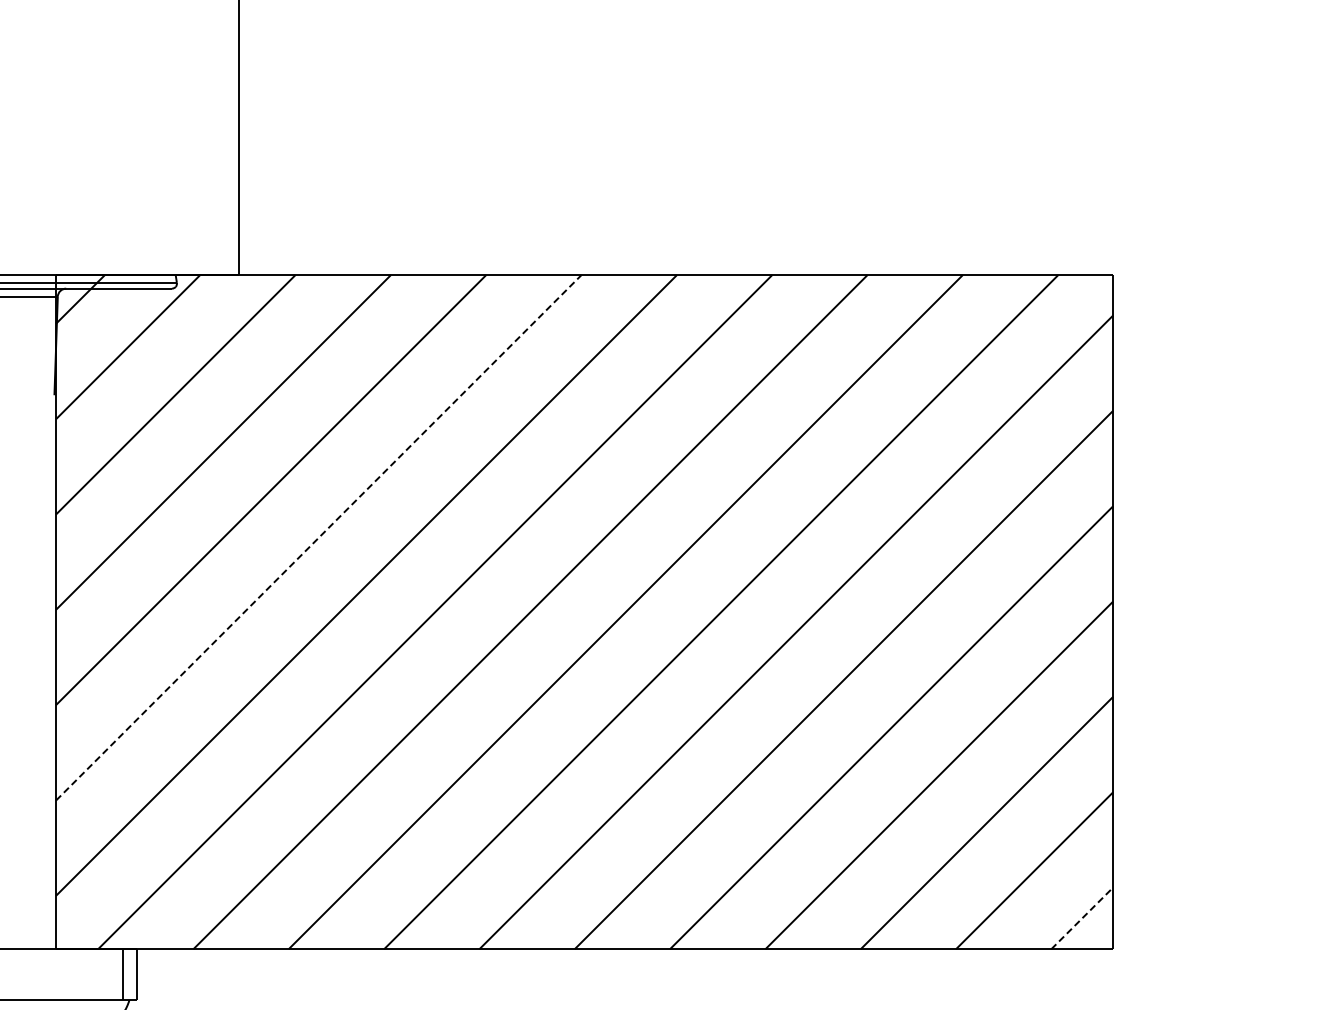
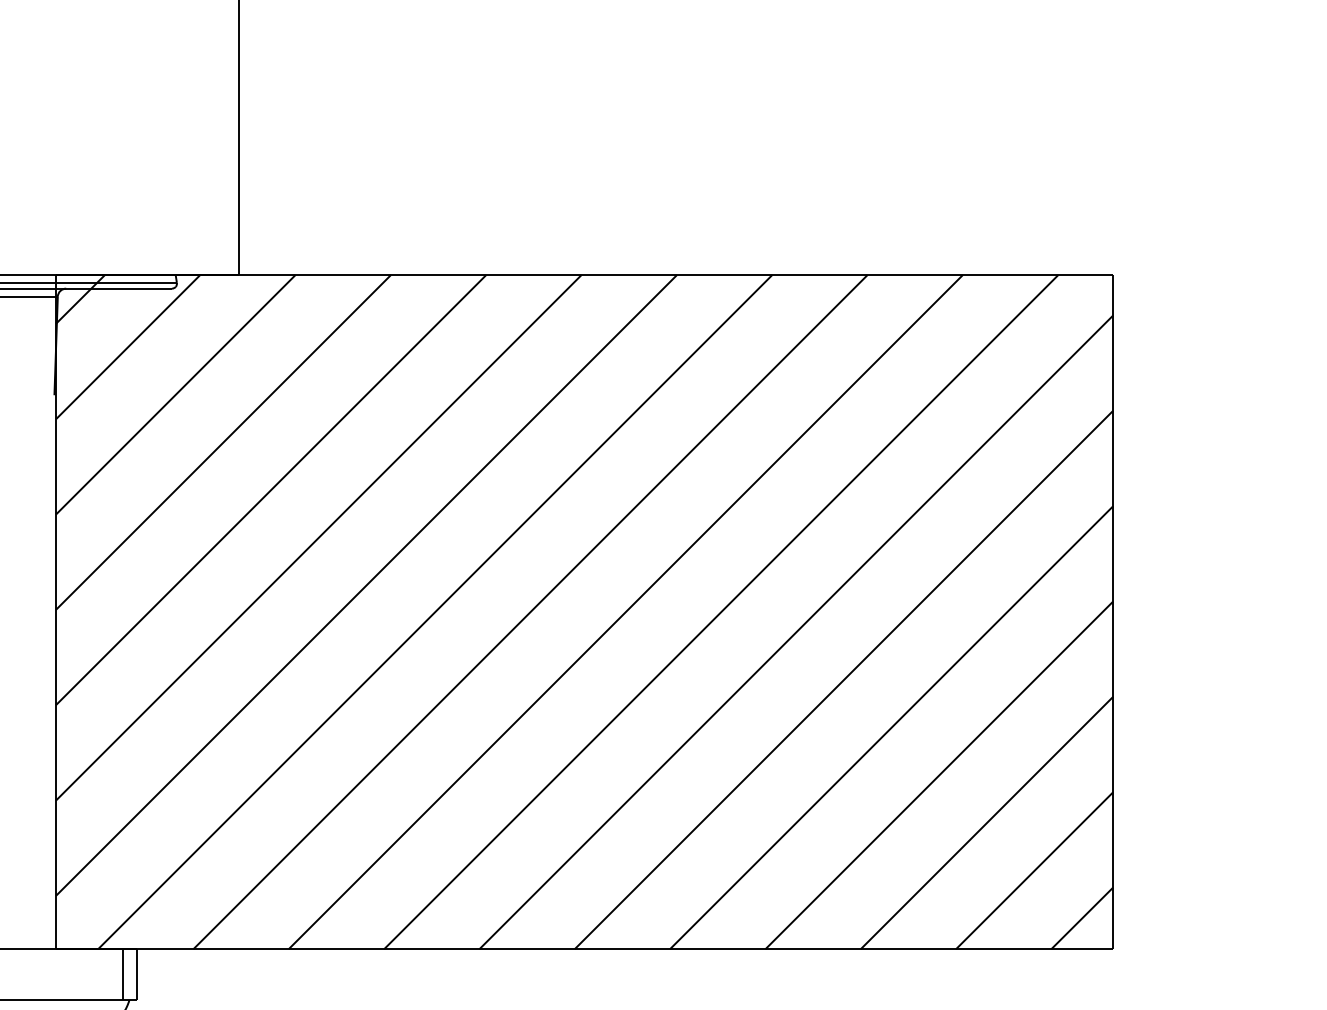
line at (319, 537): dashed -> solid
line at (1082, 918): dashed -> solid
